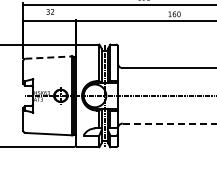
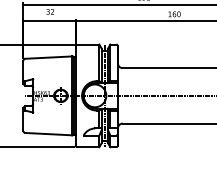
line at (48, 57): dashed -> solid
line at (169, 123): dashed -> solid
